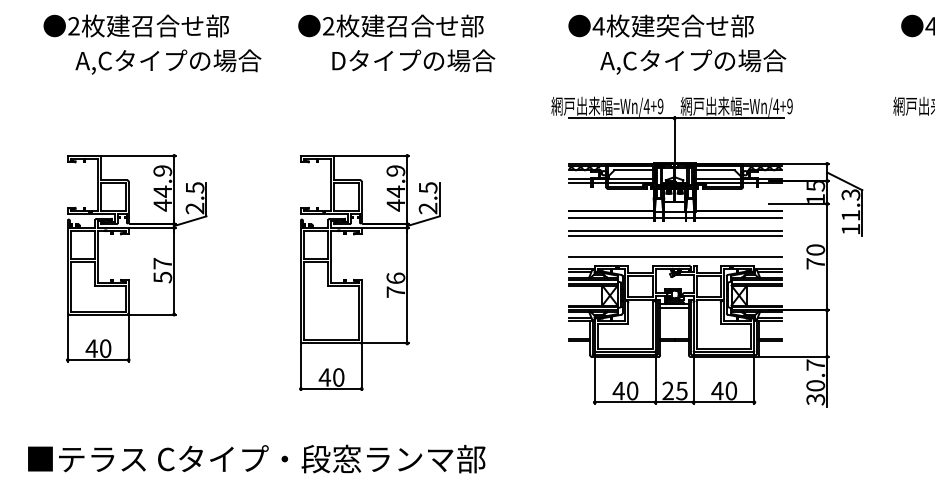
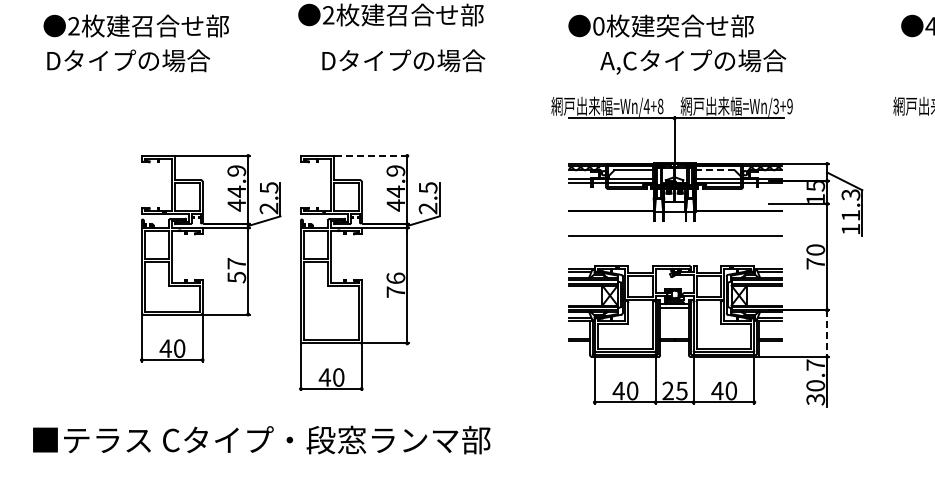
text at (390, 25) position: (390, 25) -> (390, 14)
text at (598, 26): 4 -> 0
text at (413, 60) position: (413, 60) -> (403, 60)
text at (154, 61): A,Cタイプの場合 -> Dタイプの場合
text at (660, 106): =Wn/4+9 -> =Wn/4+8
text at (776, 106): =Wn/4+9 -> =Wn/3+9
line at (372, 155): solid -> dashed
line at (714, 170): solid -> dashed
line at (675, 218): present -> none
line at (675, 230): present -> none
line at (675, 256): present -> none
part at (136, 258) position: (136, 258) -> (210, 258)
line at (827, 334): solid -> dashed
text at (256, 458) position: (256, 458) -> (261, 439)
